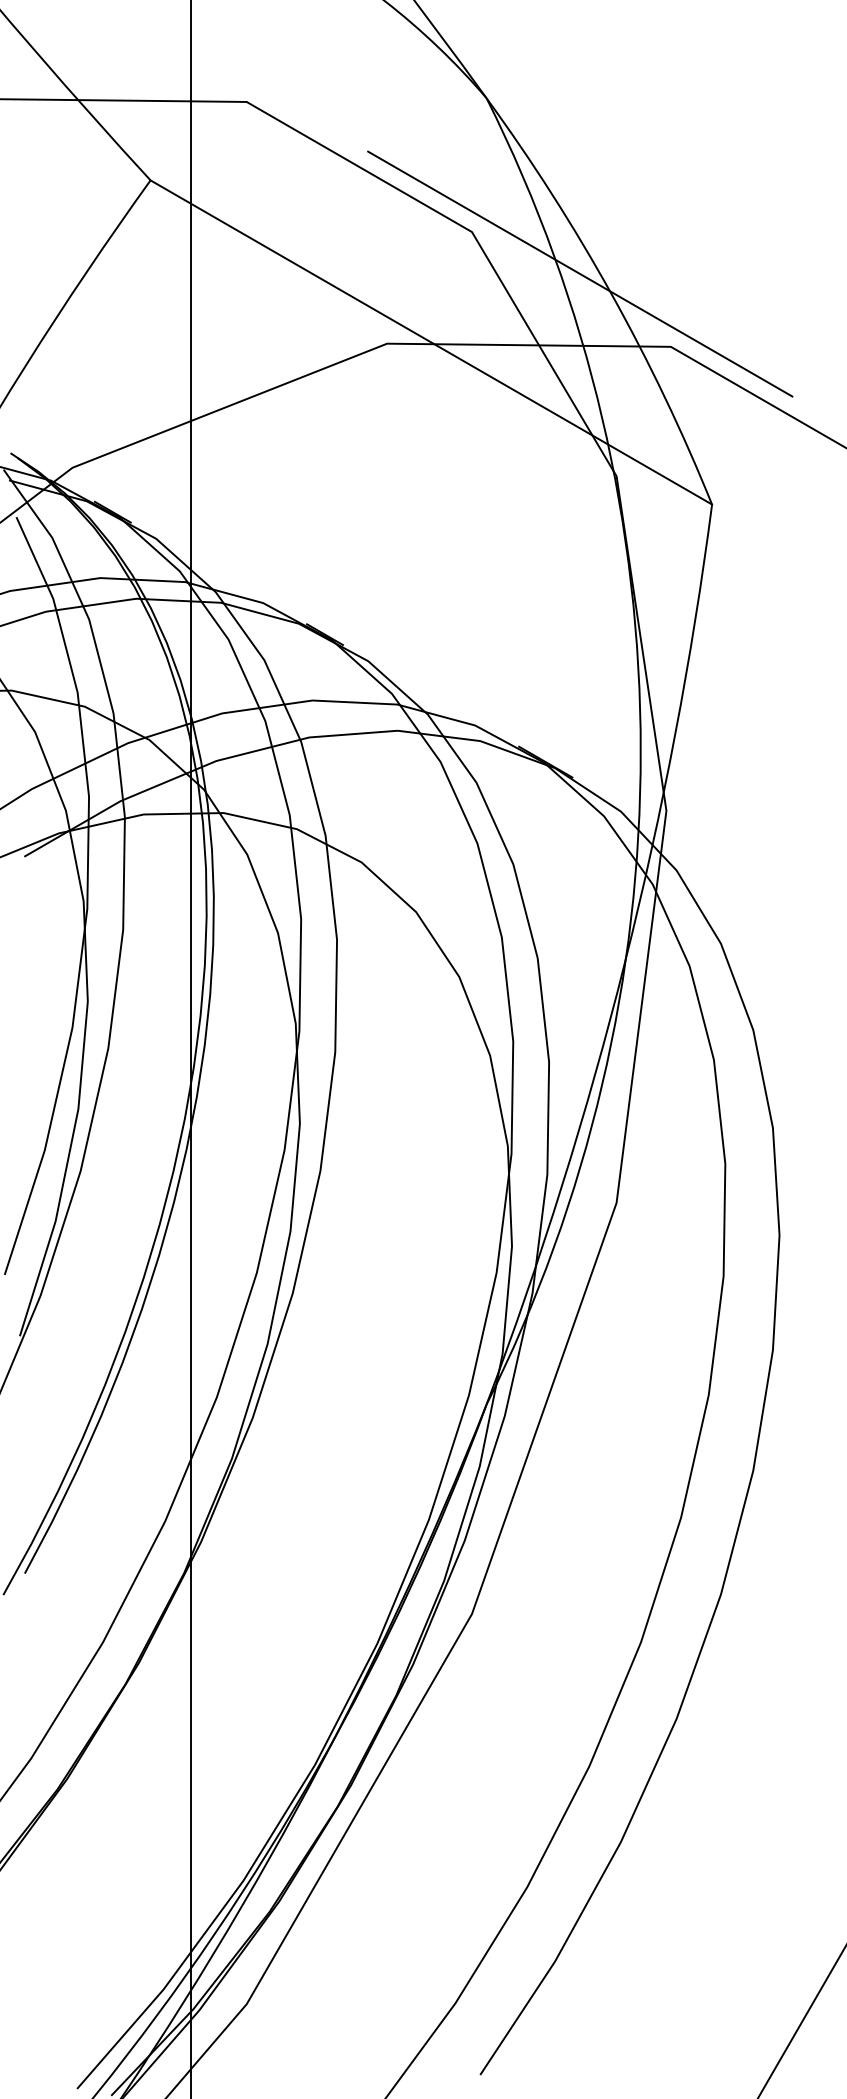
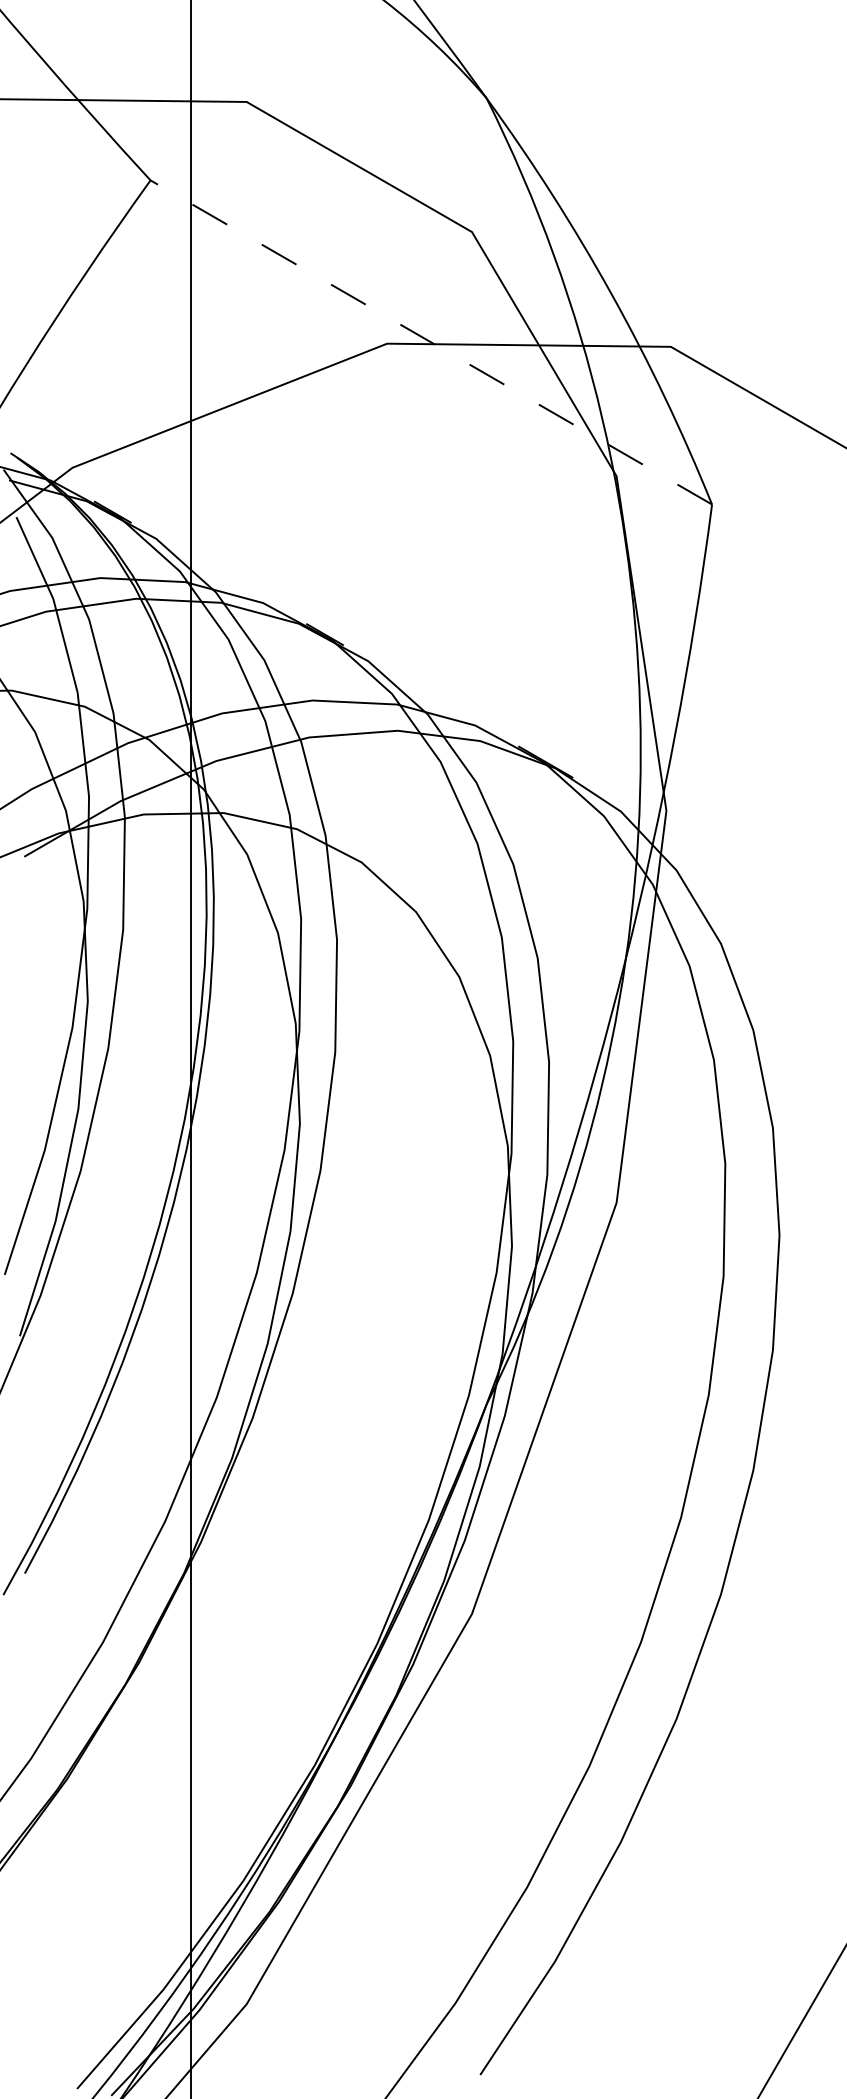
line at (580, 273): present -> none
line at (430, 342): solid -> dashed
